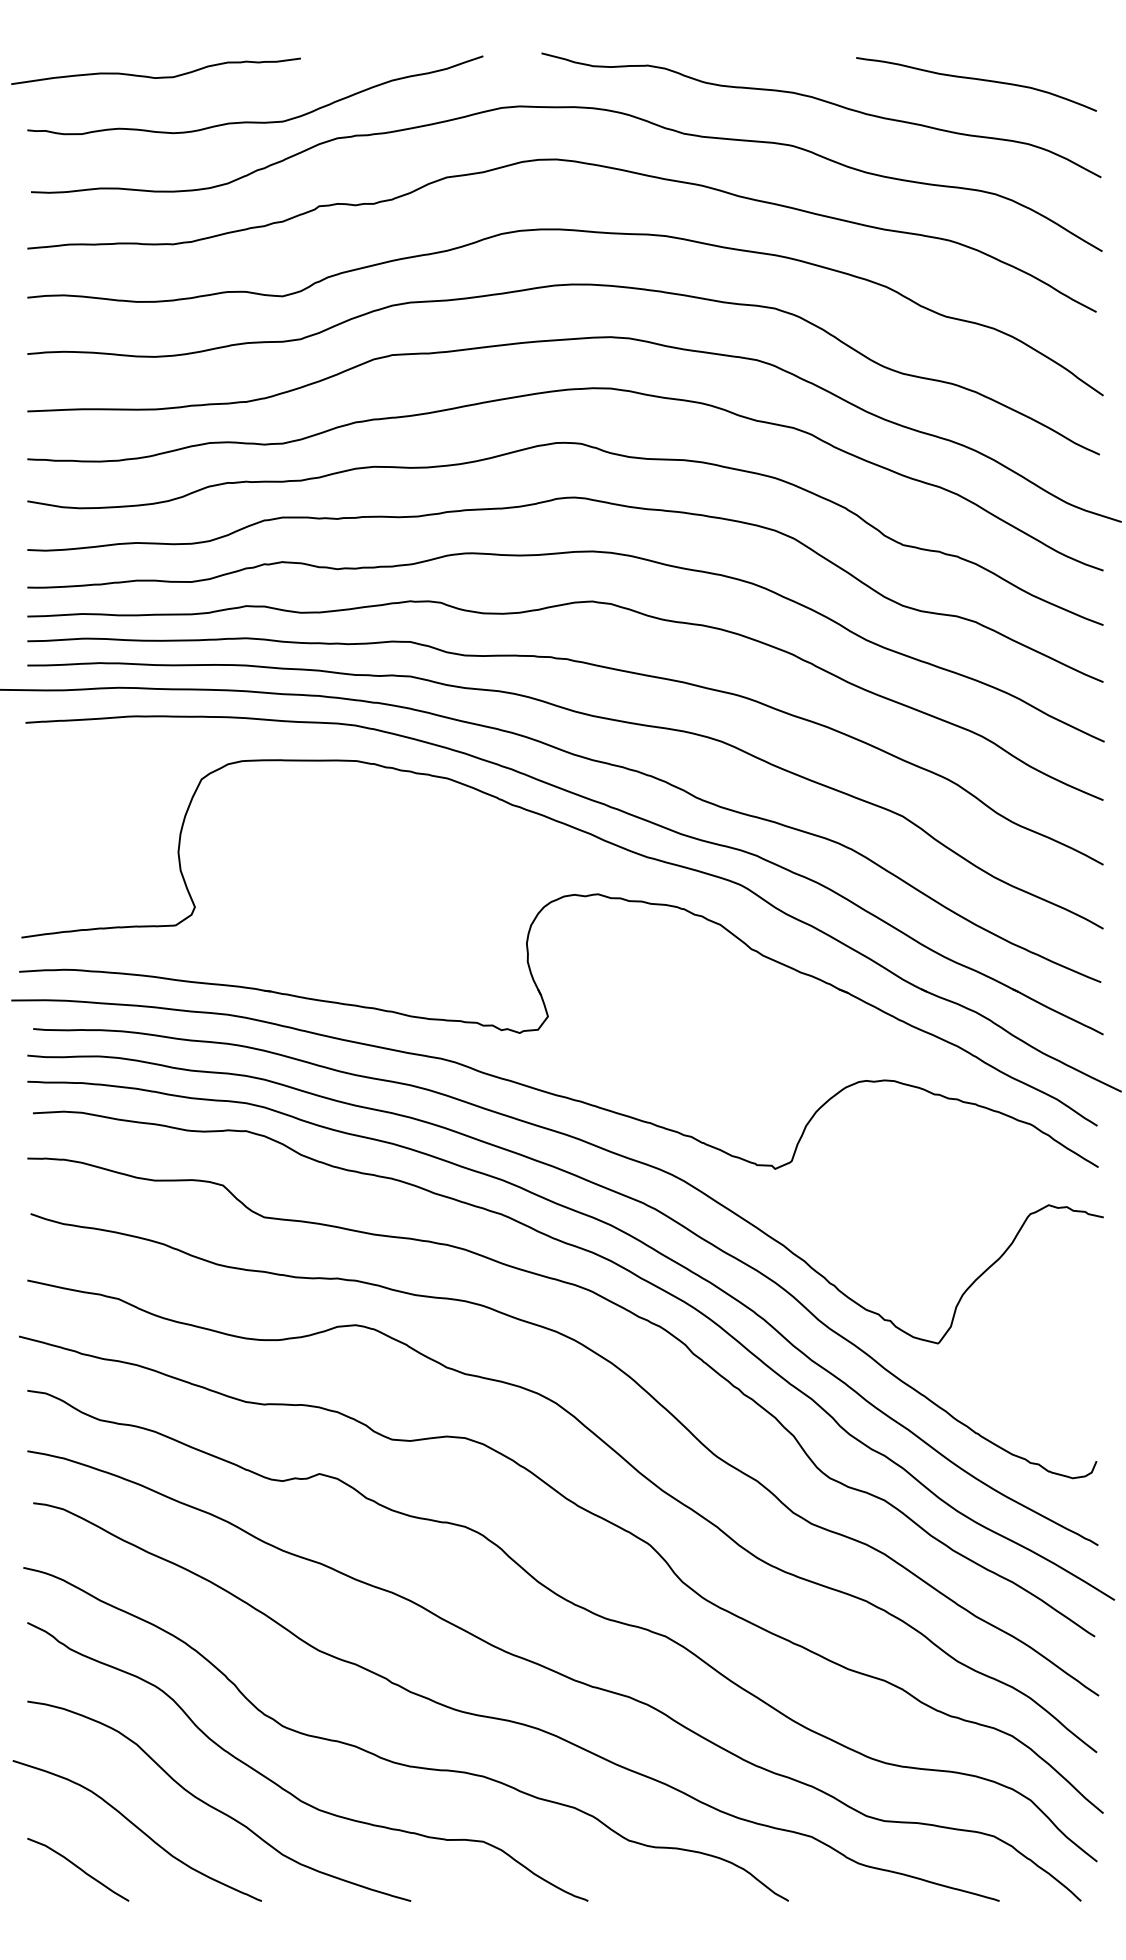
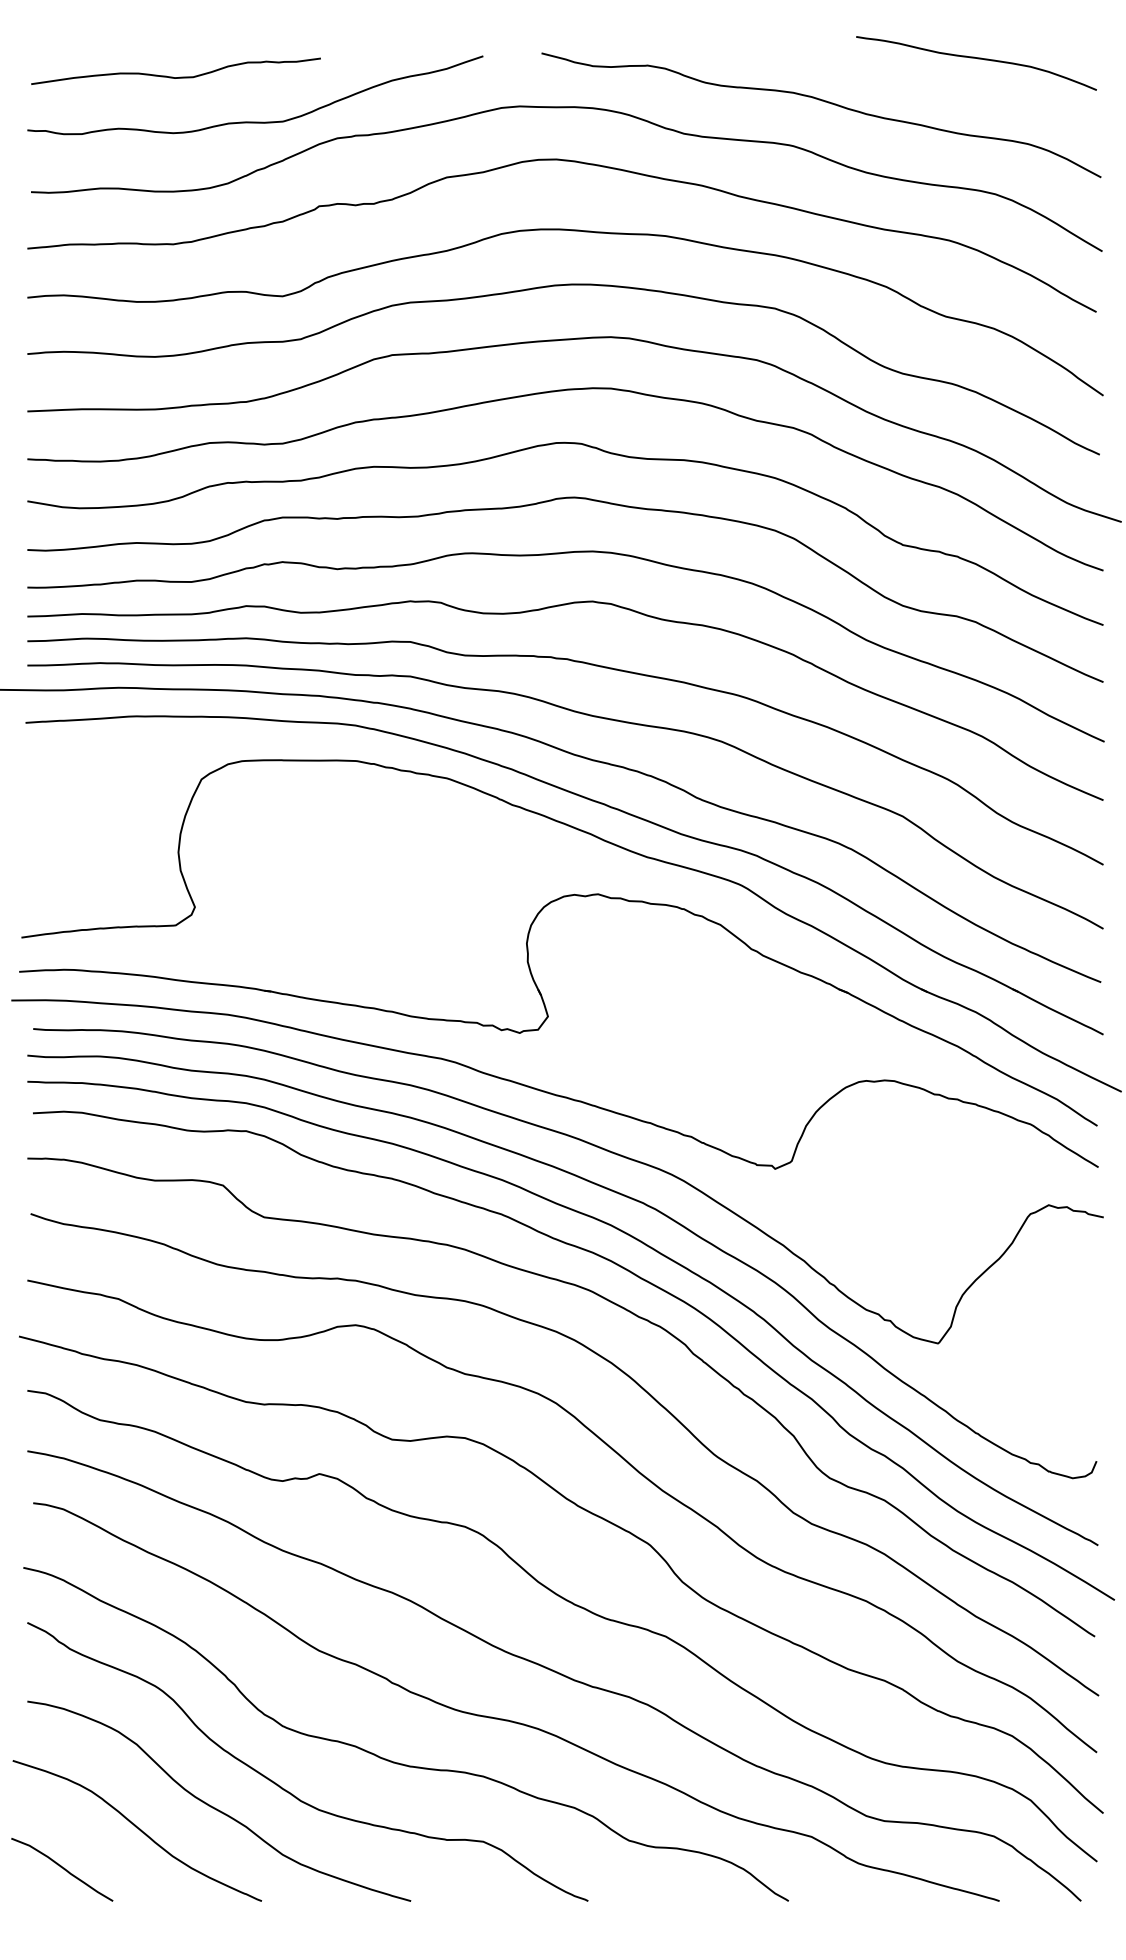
curve at (152, 76) position: (152, 76) -> (172, 76)
curve at (977, 80) position: (977, 80) -> (977, 59)
curve at (78, 1868) position: (78, 1868) -> (62, 1868)
